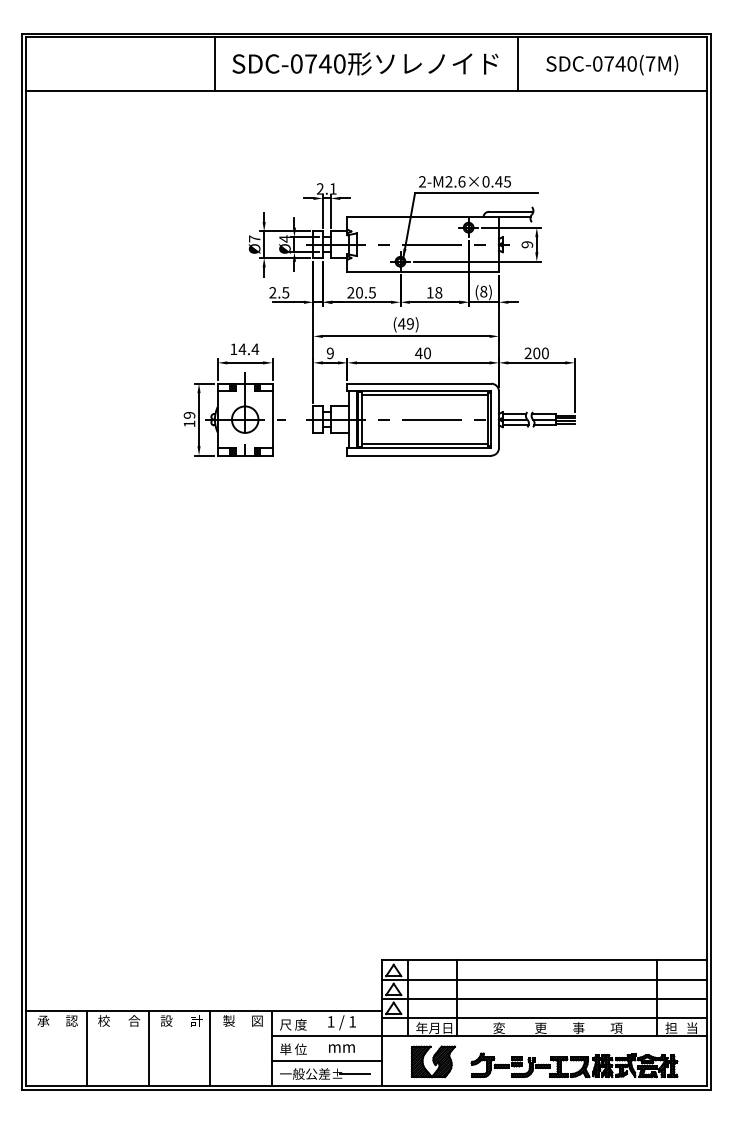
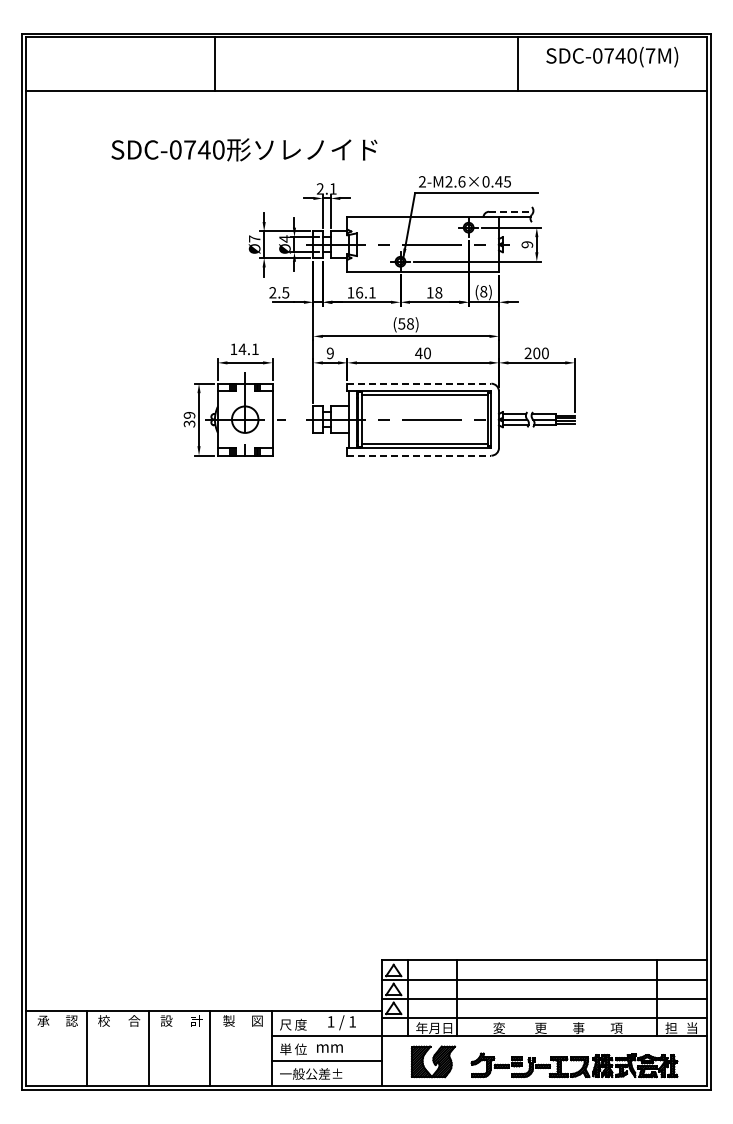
text at (365, 63) position: (365, 63) -> (244, 149)
text at (612, 65) position: (612, 65) -> (612, 57)
line at (511, 211): solid -> dashed
text at (361, 292): 20.5 -> 16.1
text at (405, 323): (49) -> (58)
text at (255, 348): 14.4 -> 14.1
line at (419, 383): solid -> dashed
text at (189, 423): 19 -> 39
line at (419, 455): solid -> dashed
text at (341, 1048) position: (341, 1048) -> (329, 1048)
line at (354, 1073): present -> none
